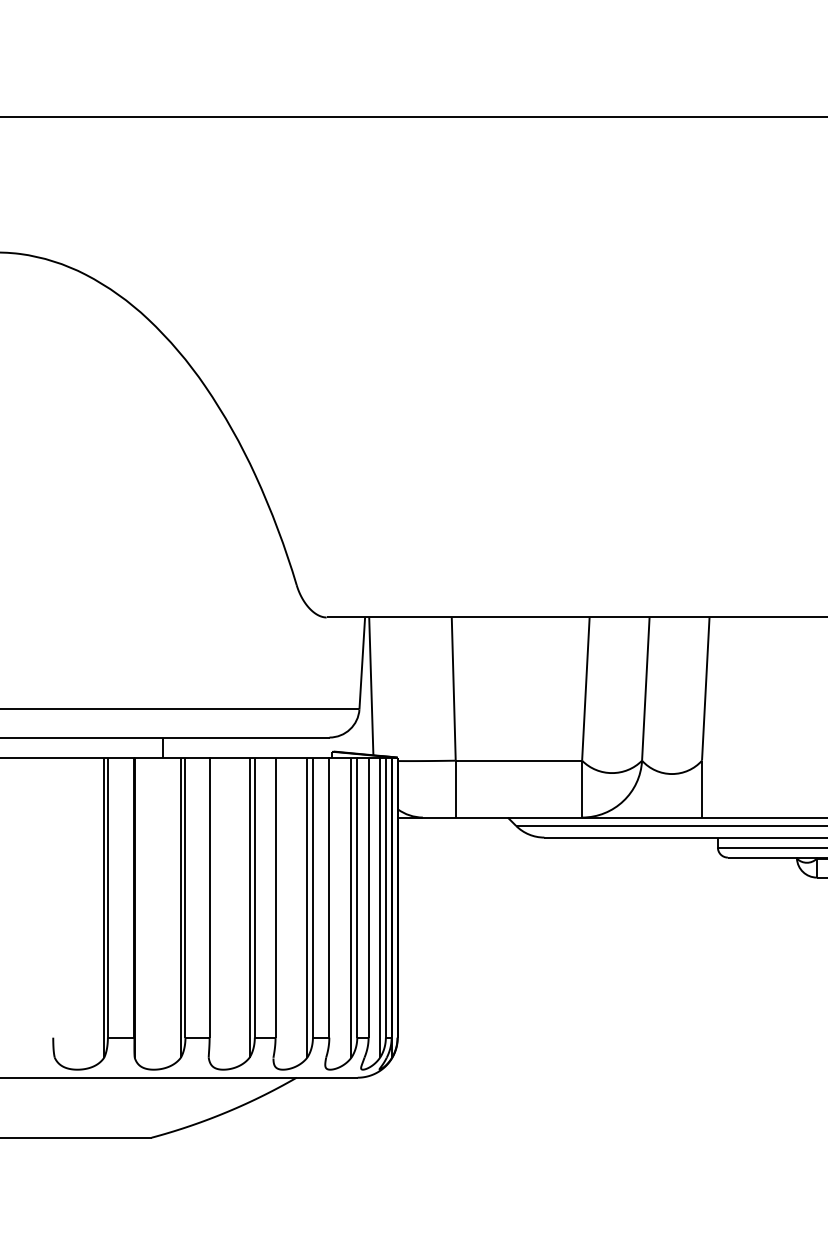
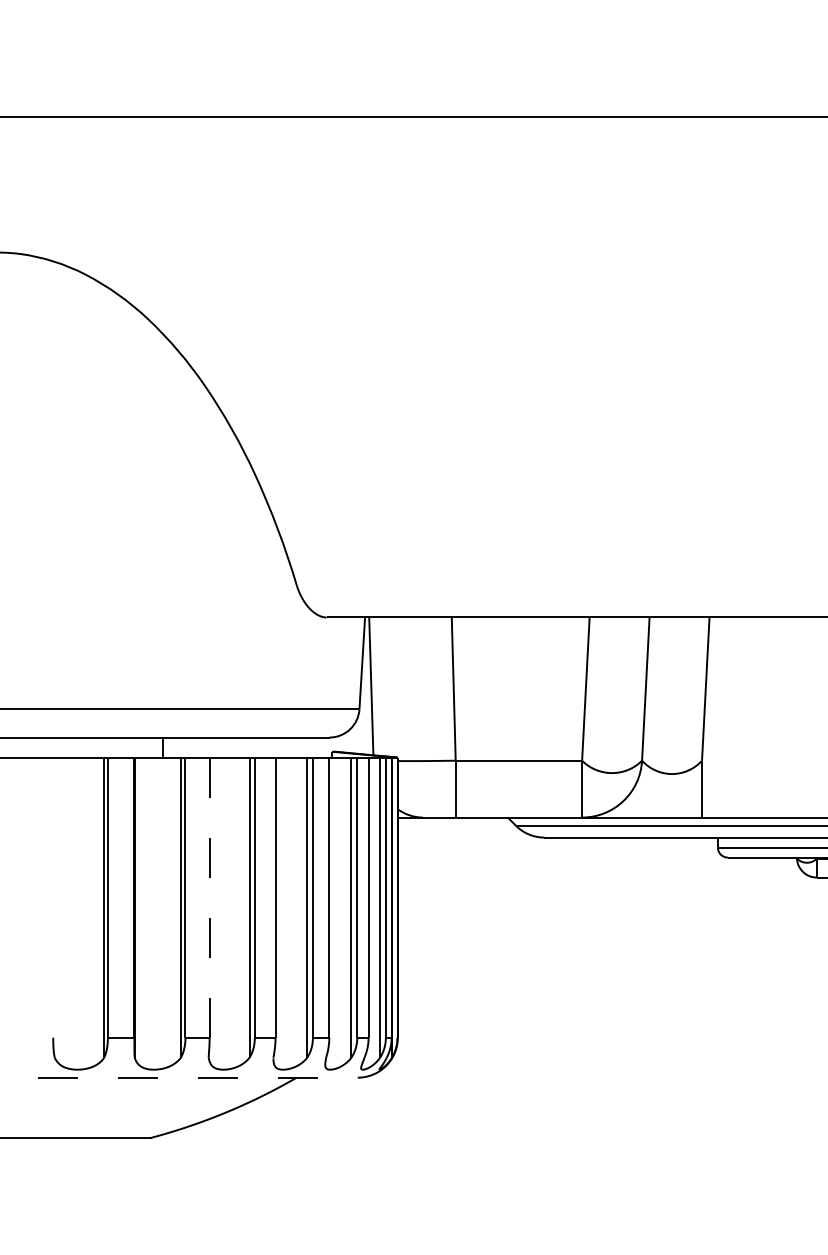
line at (209, 897): solid -> dashed
line at (178, 1077): solid -> dashed
